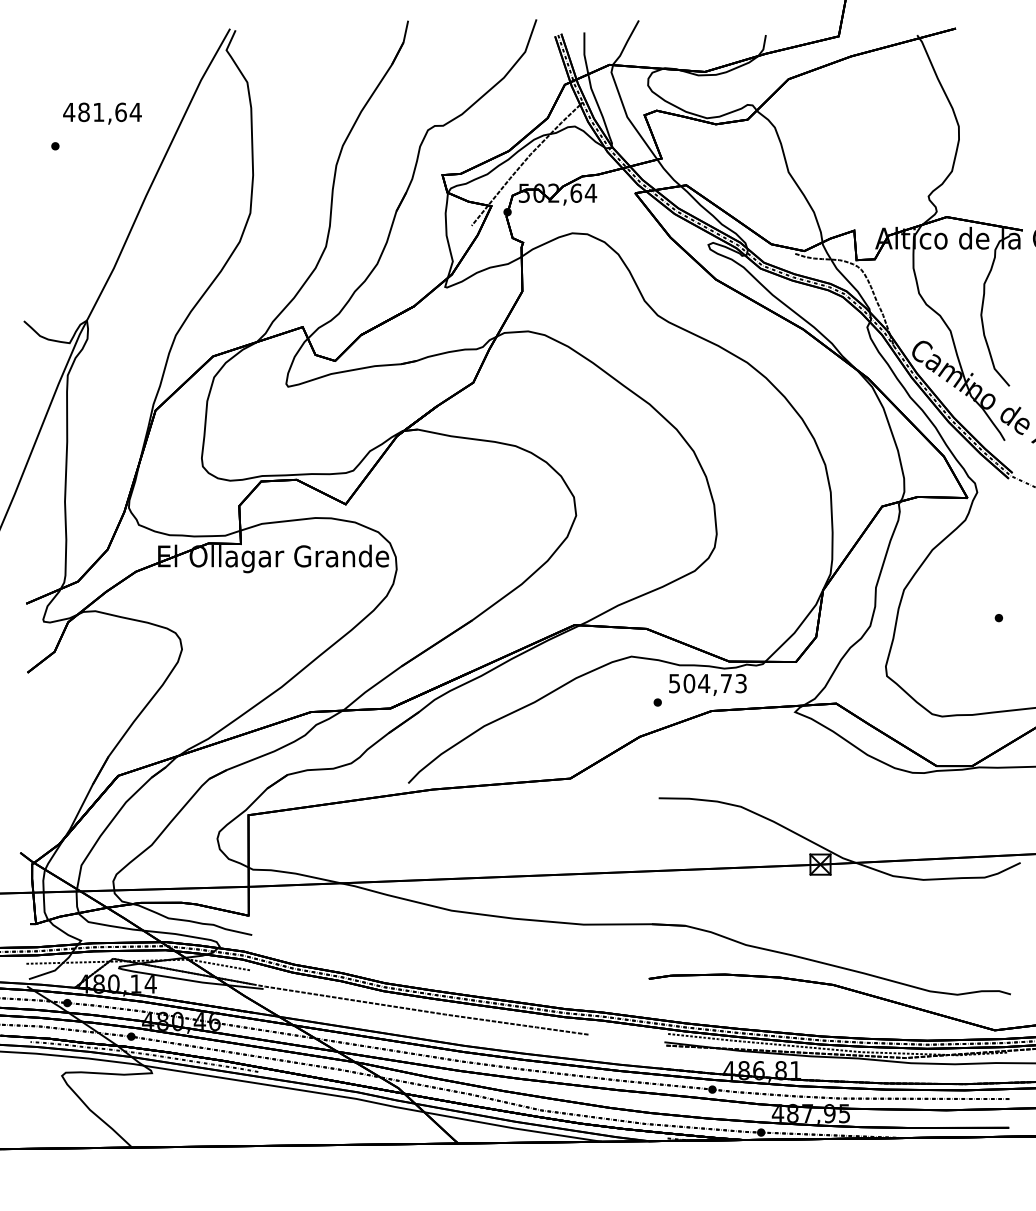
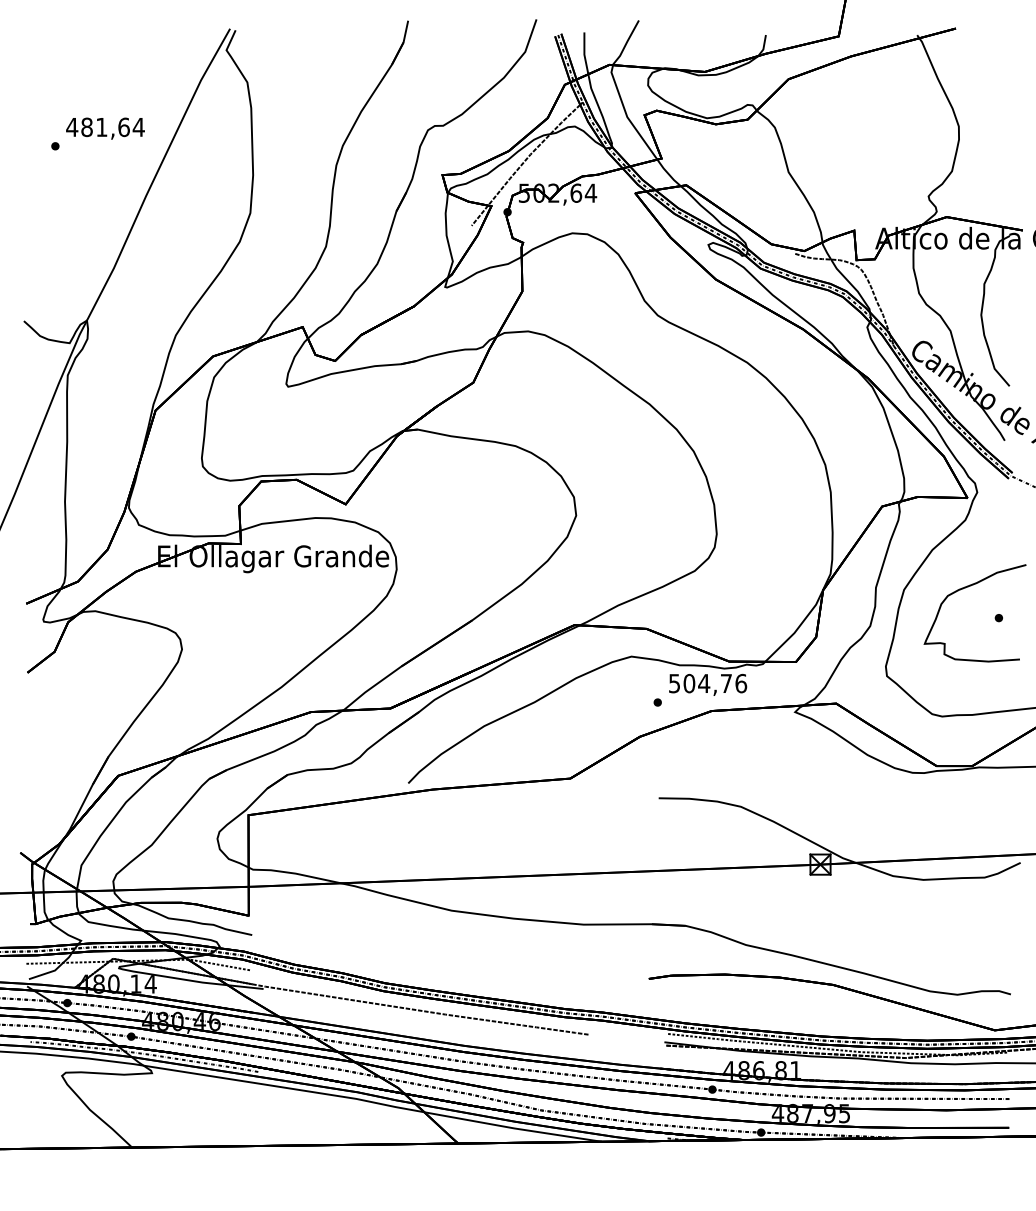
text at (102, 113) position: (102, 113) -> (105, 128)
curve at (963, 589): none -> present
text at (741, 683): 504,73 -> 504,76
